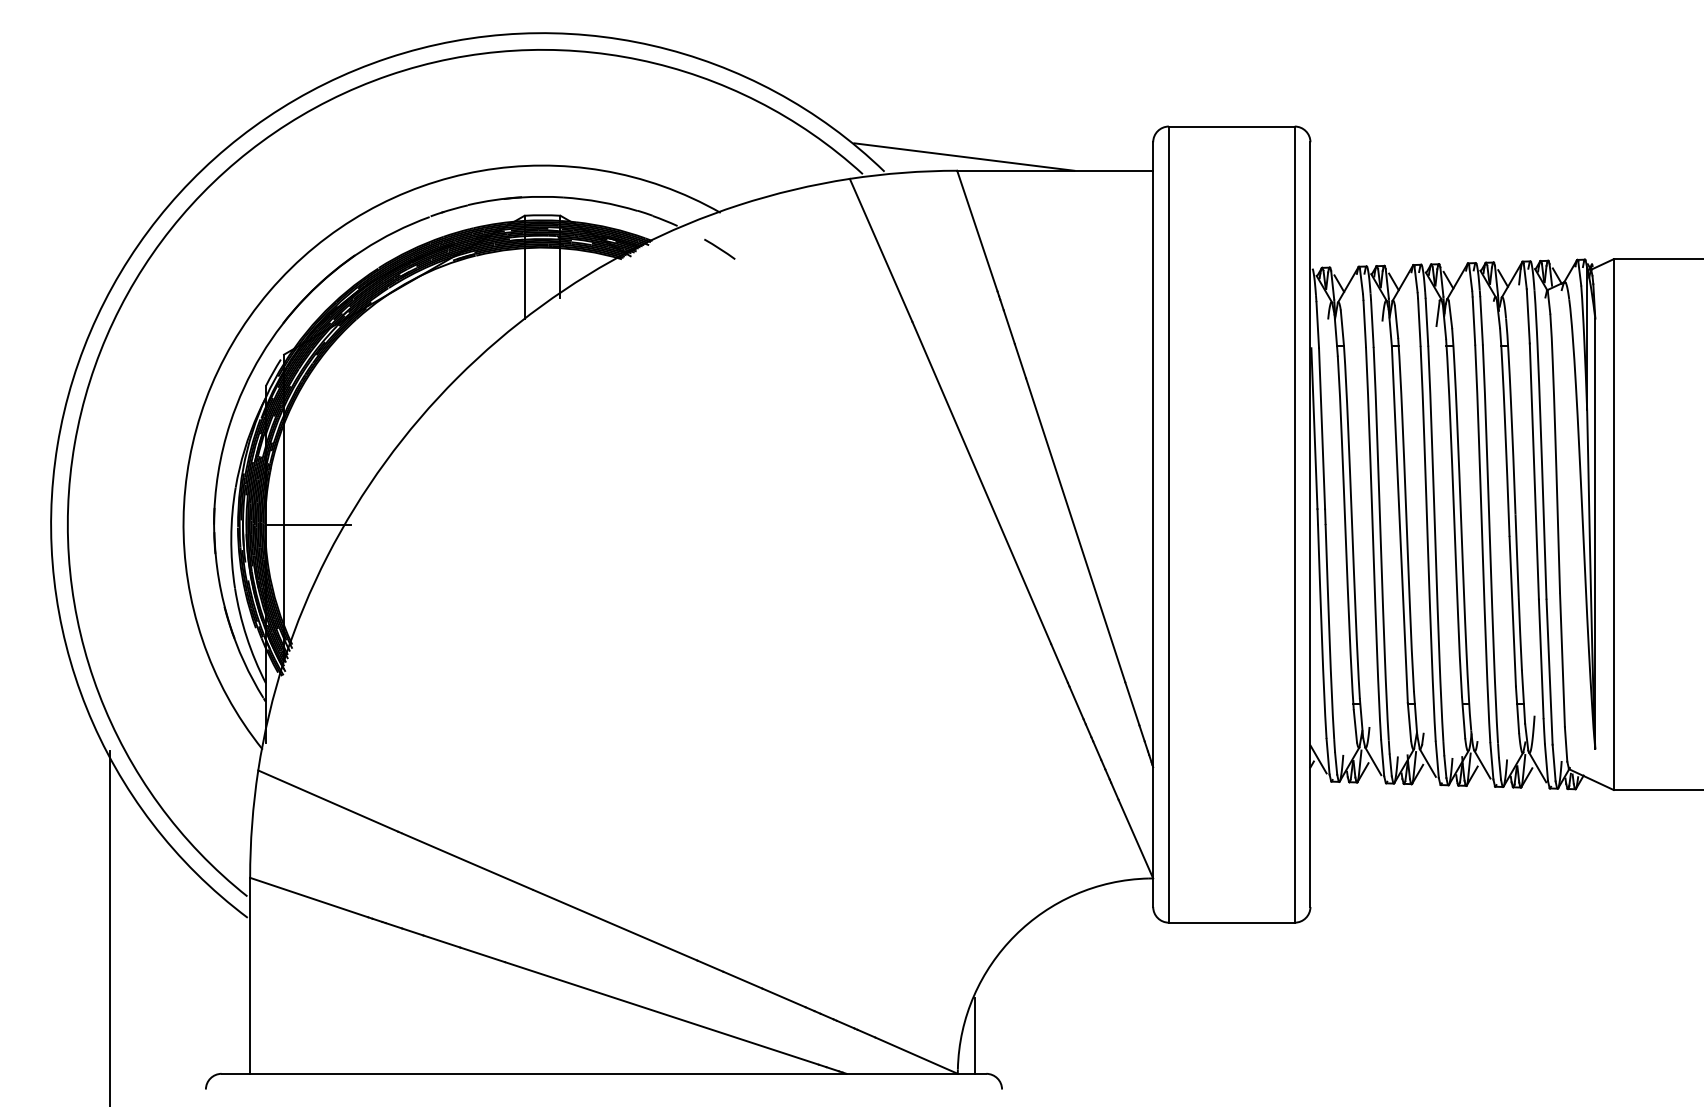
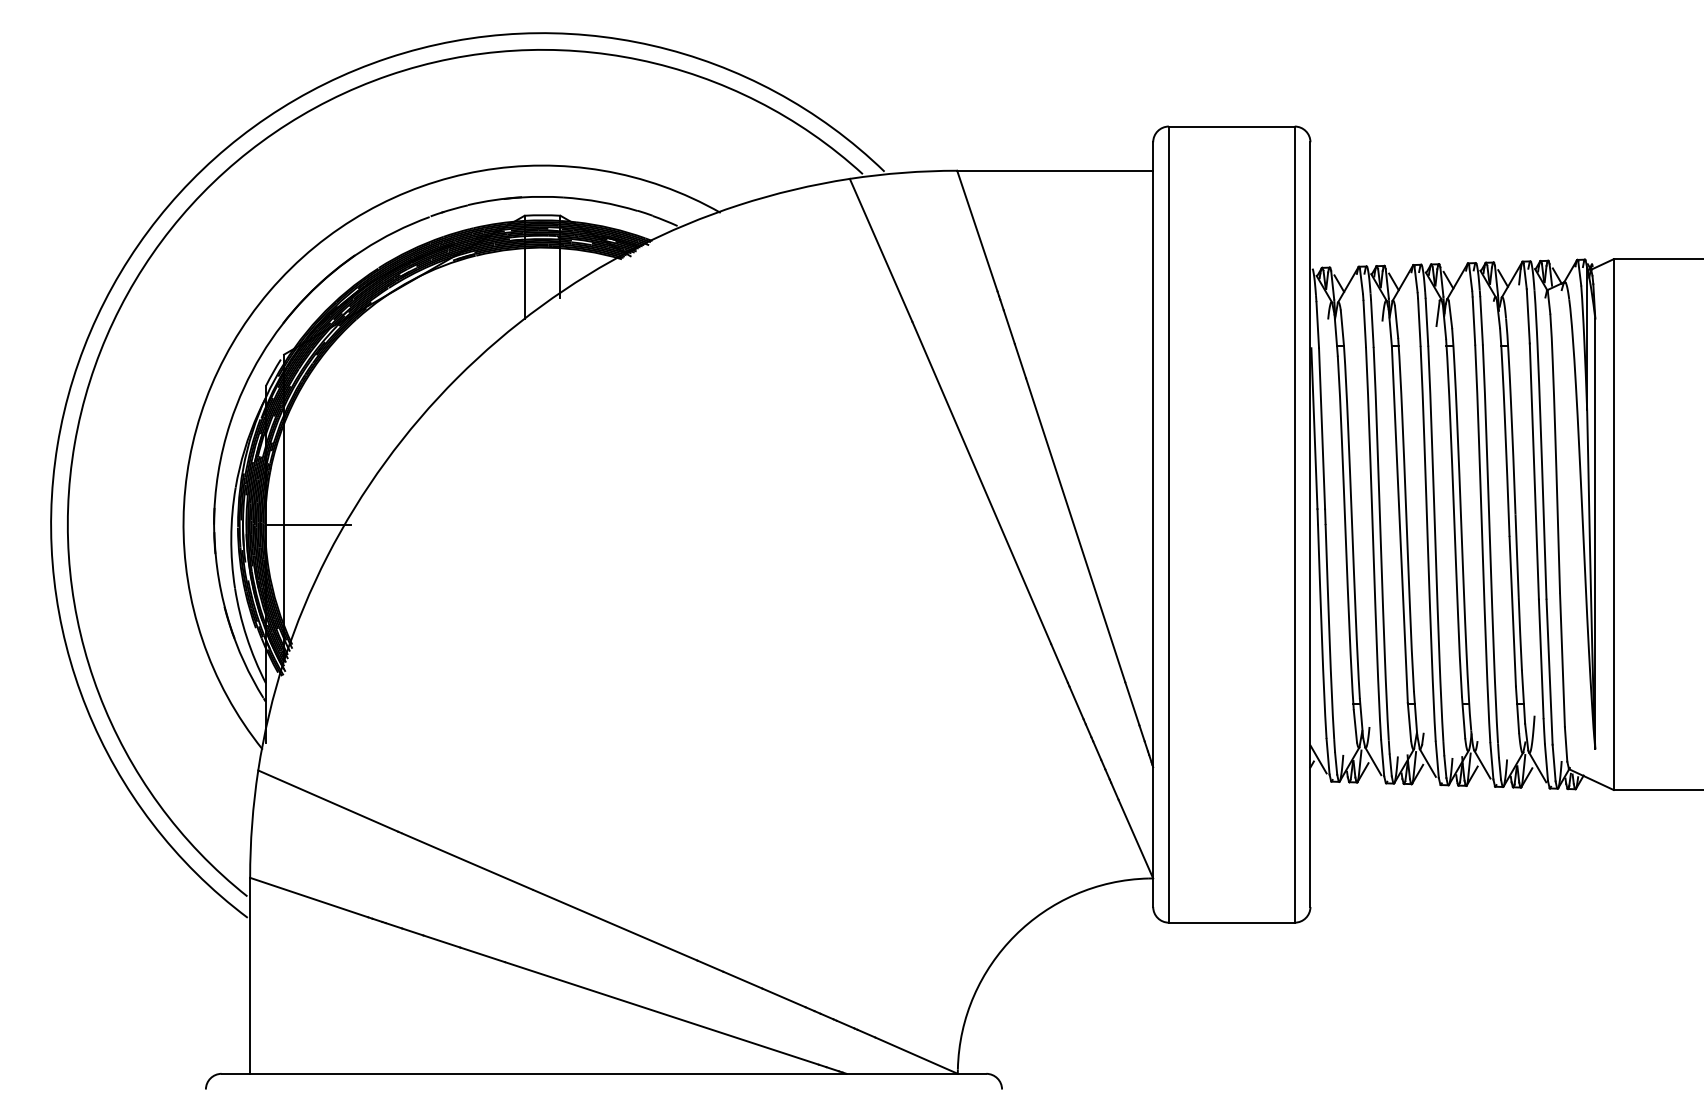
line at (964, 156): present -> none
line at (719, 249): present -> none
line at (110, 927): present -> none
line at (975, 1035): present -> none
